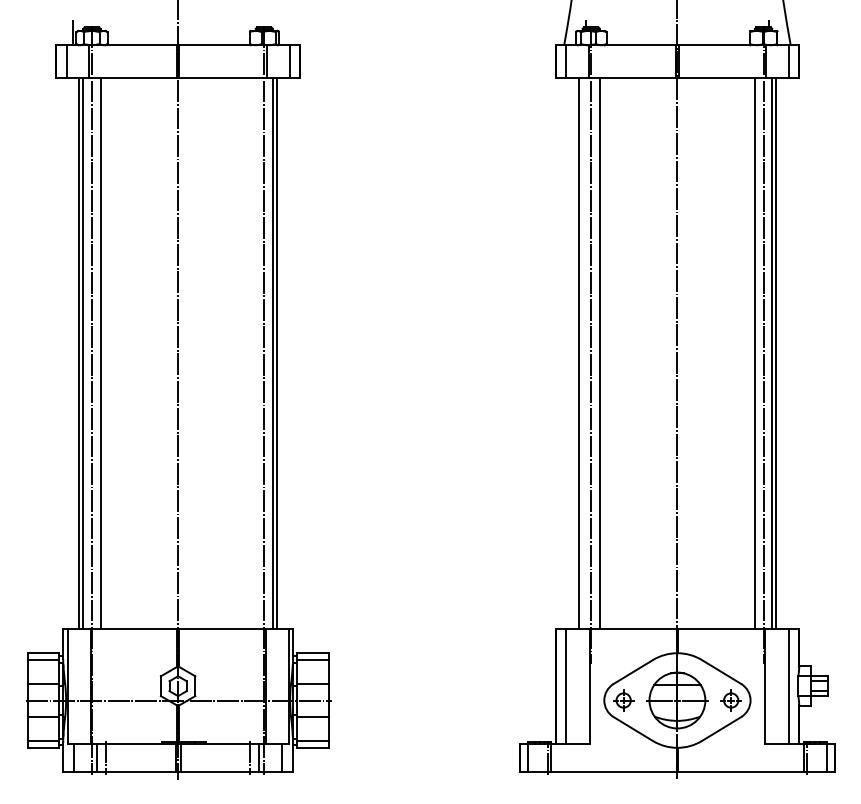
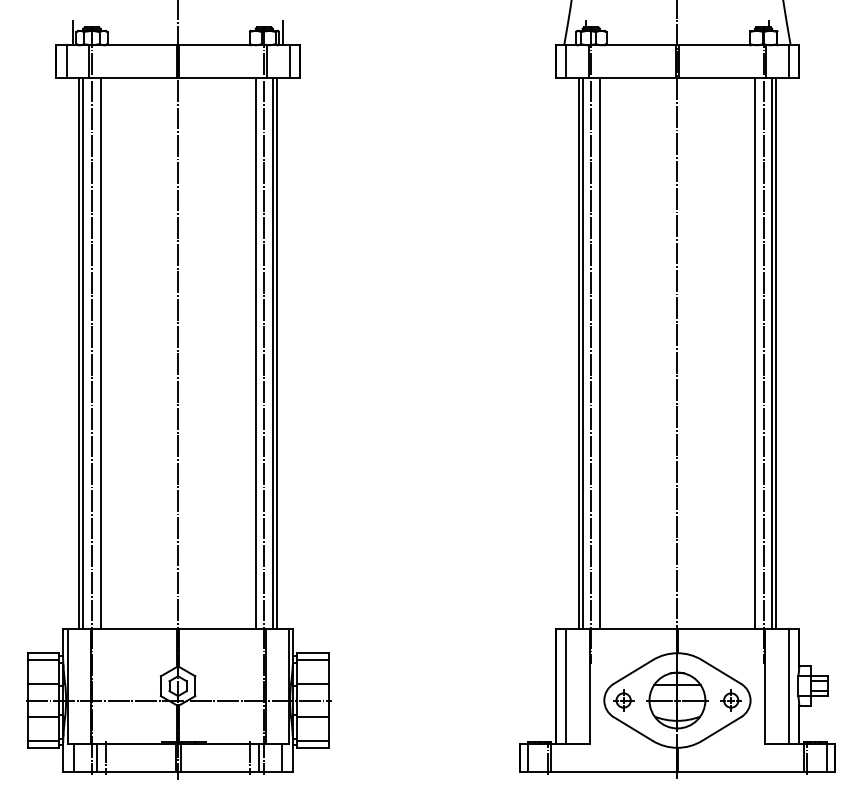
line at (282, 32): none -> present
line at (255, 353): none -> present
line at (582, 353): none -> present
